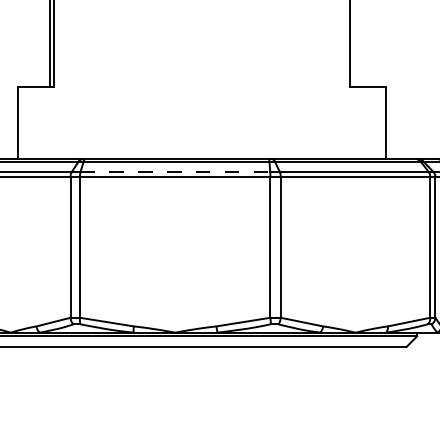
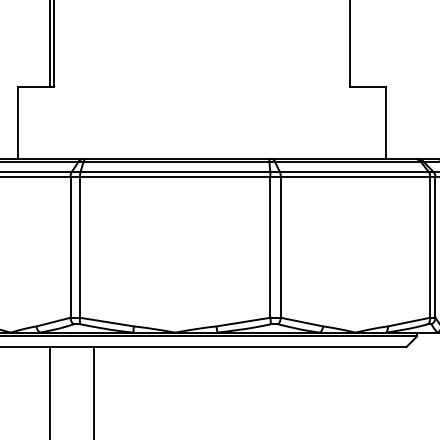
line at (175, 171): dashed -> solid
line at (50, 391): none -> present
line at (93, 391): none -> present
